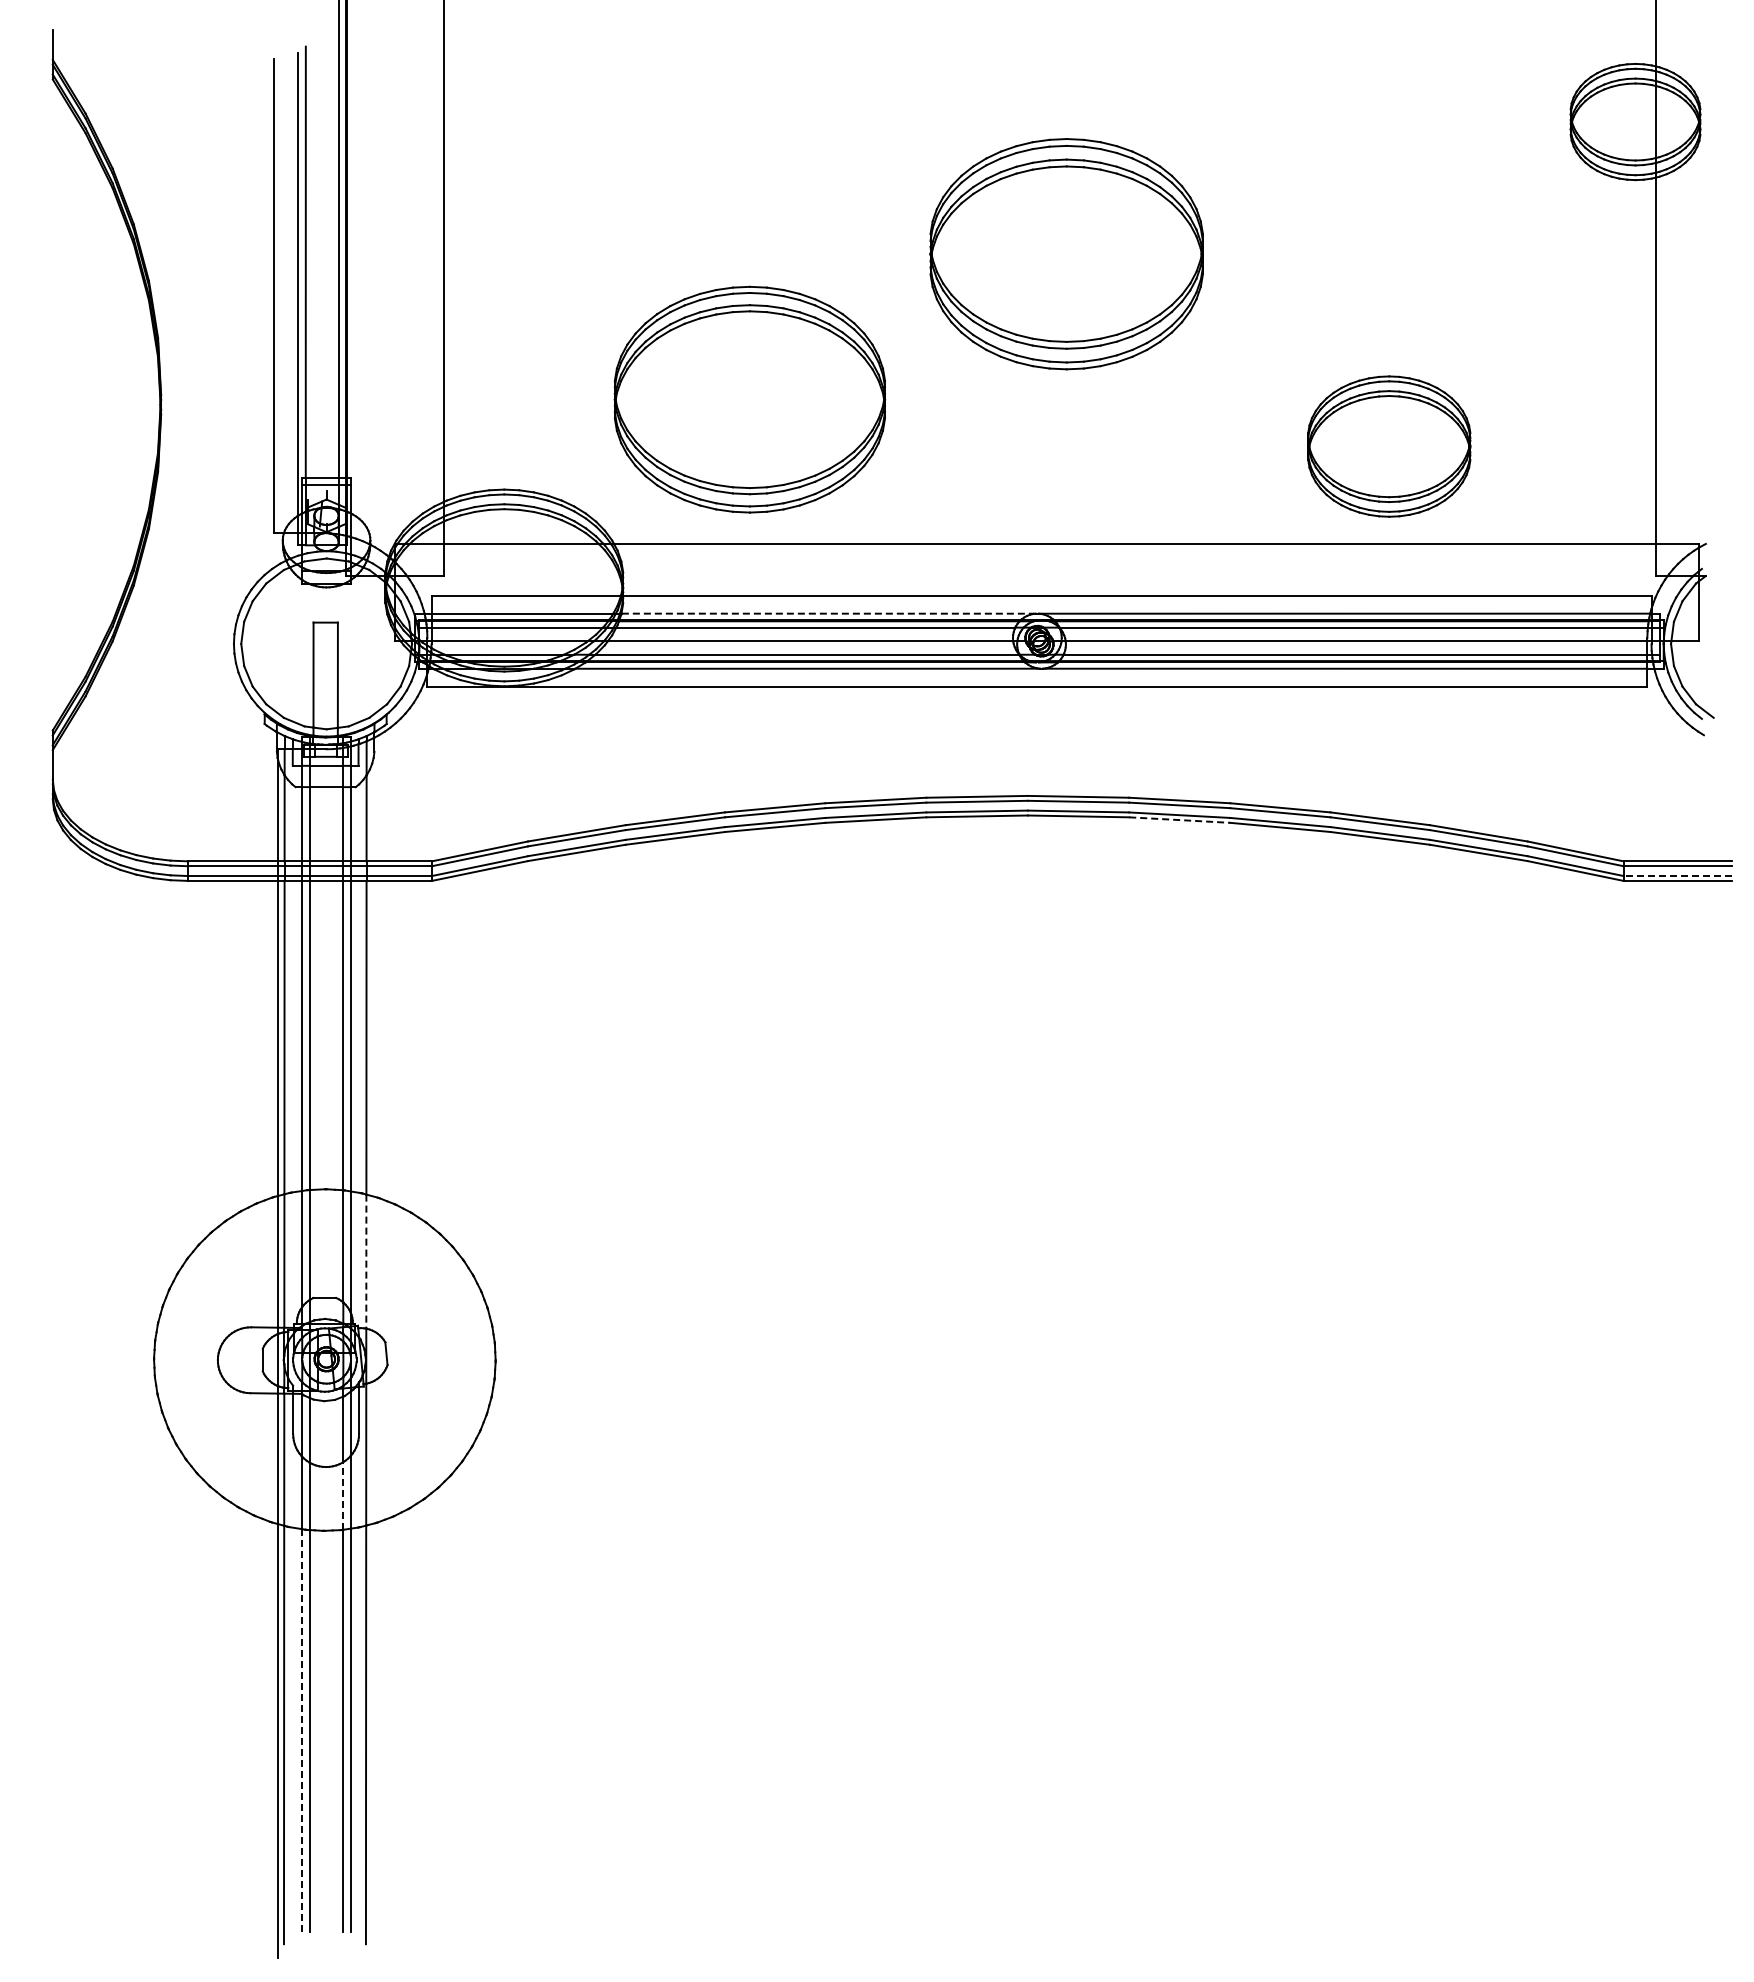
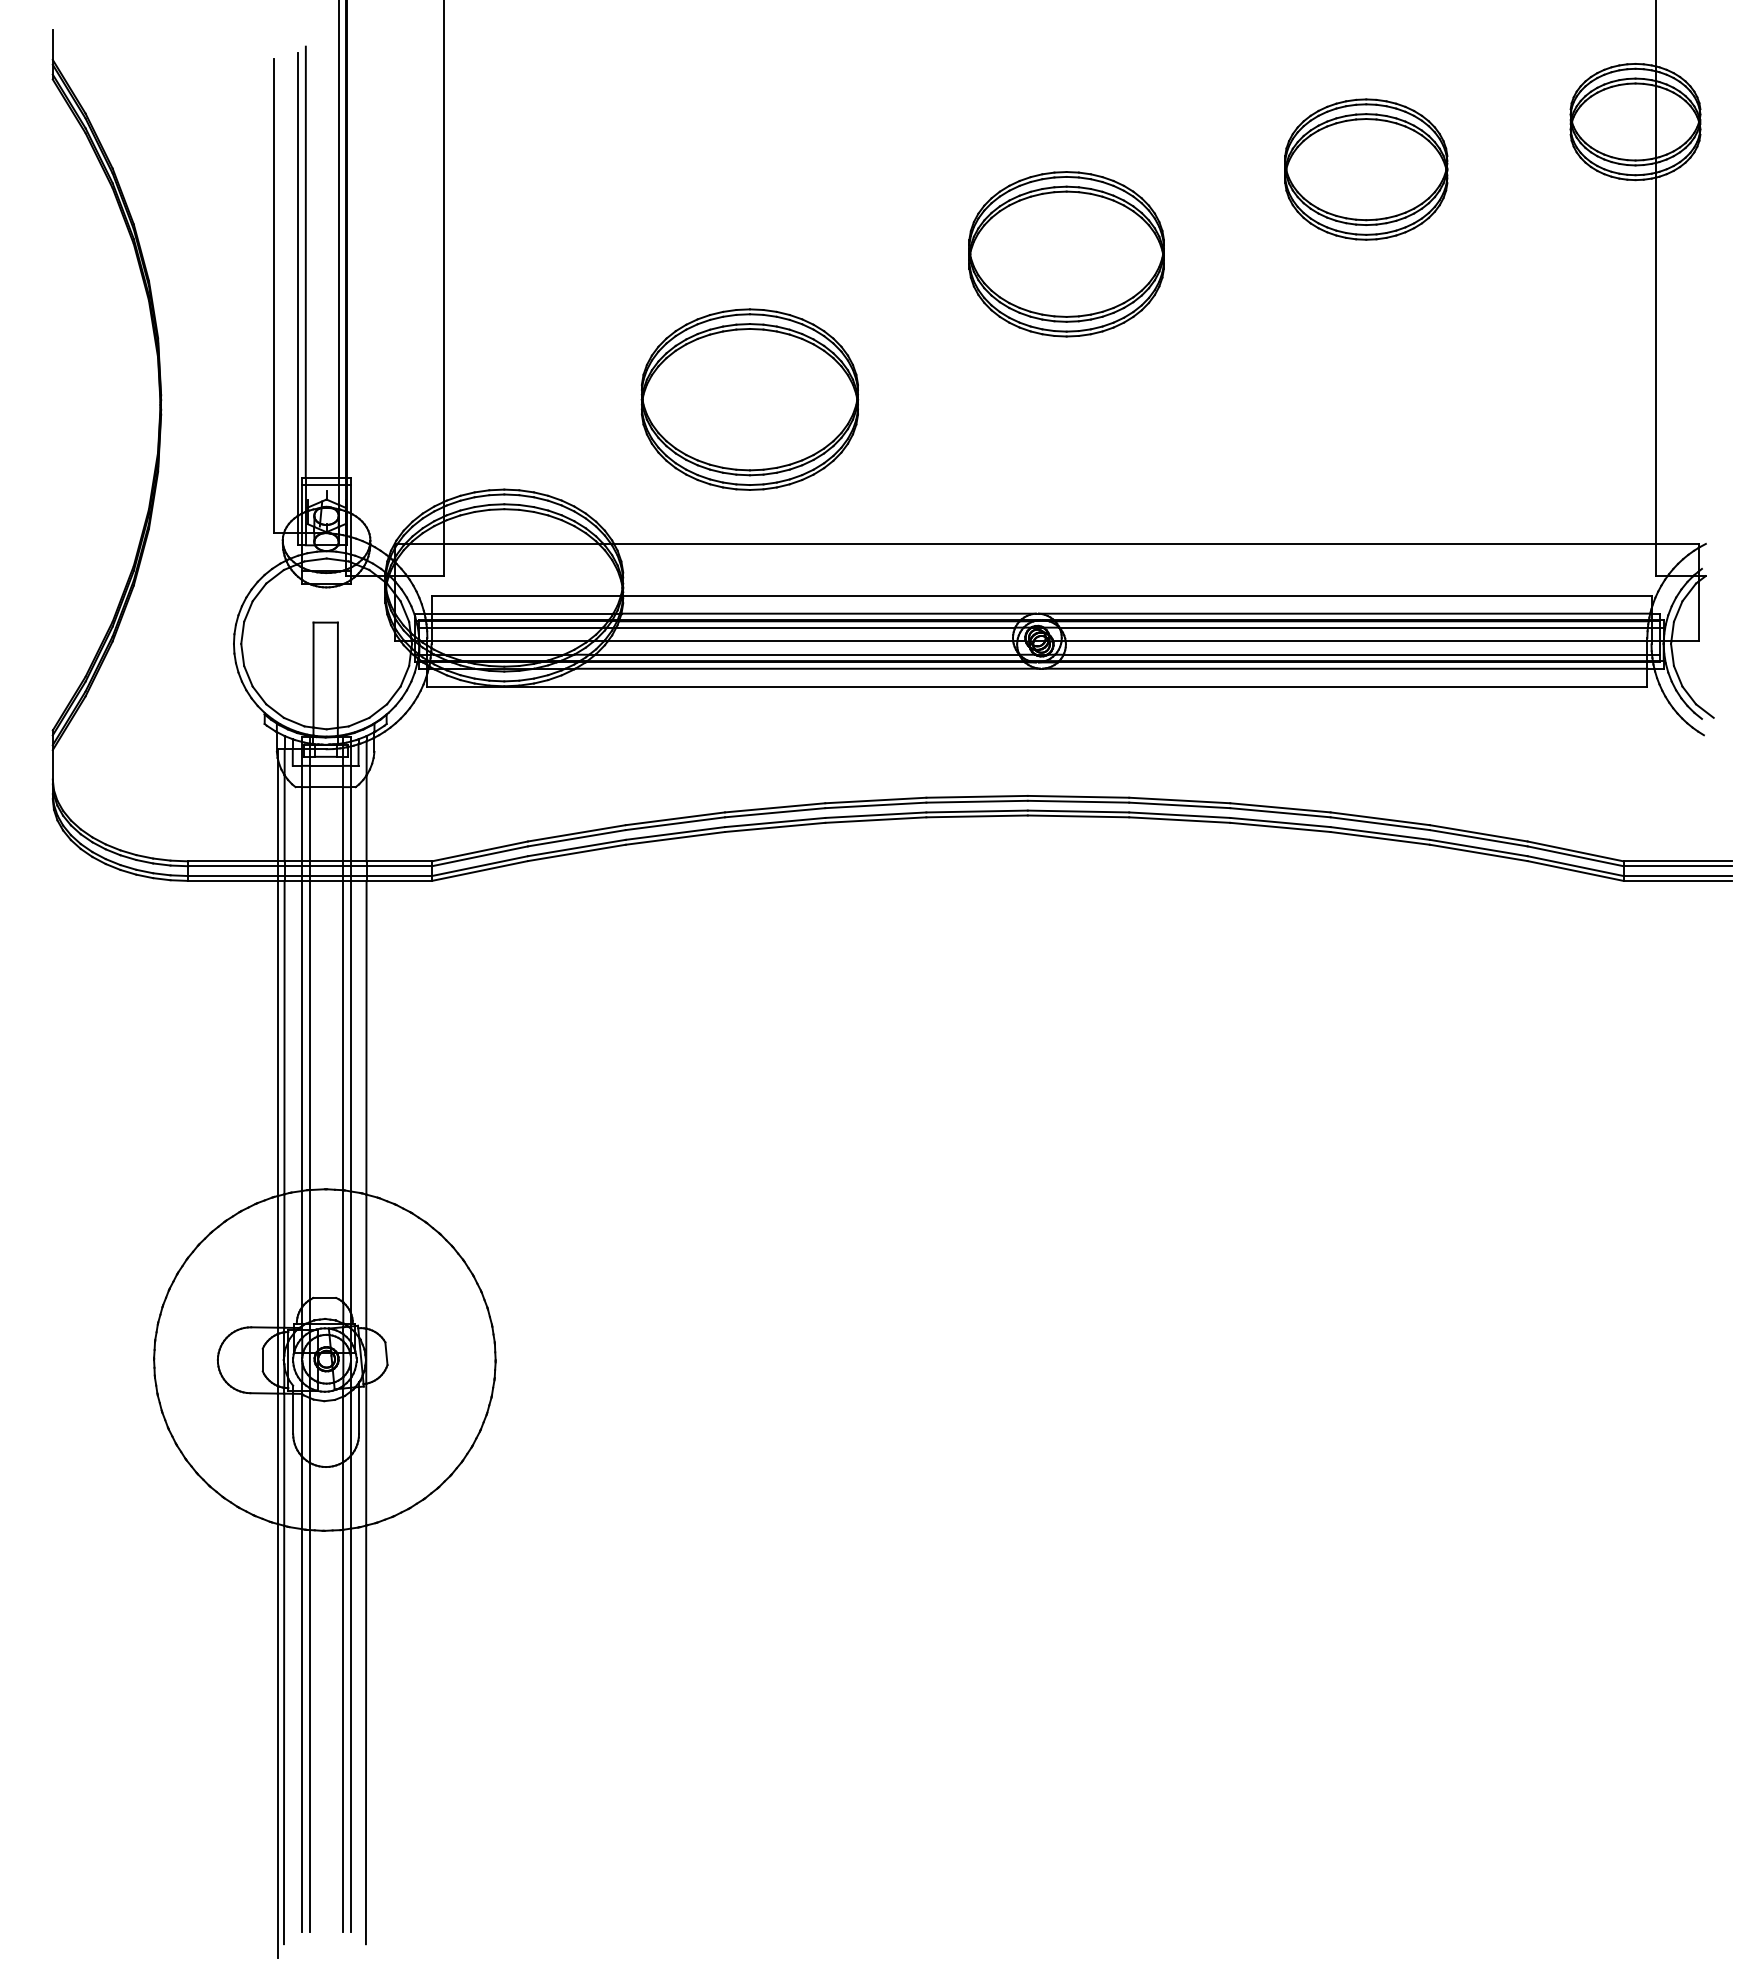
part at (1066, 254) size: 275x233 px -> 197x167 px
part at (749, 399) size: 274x229 px -> 220x183 px
part at (1389, 446) position: (1389, 446) -> (1366, 169)
line at (828, 613): dashed -> solid
line at (1179, 820): dashed -> solid
line at (1677, 876): dashed -> solid
line at (366, 1262): dashed -> solid
line at (343, 1495): dashed -> solid
line at (302, 1730): dashed -> solid
